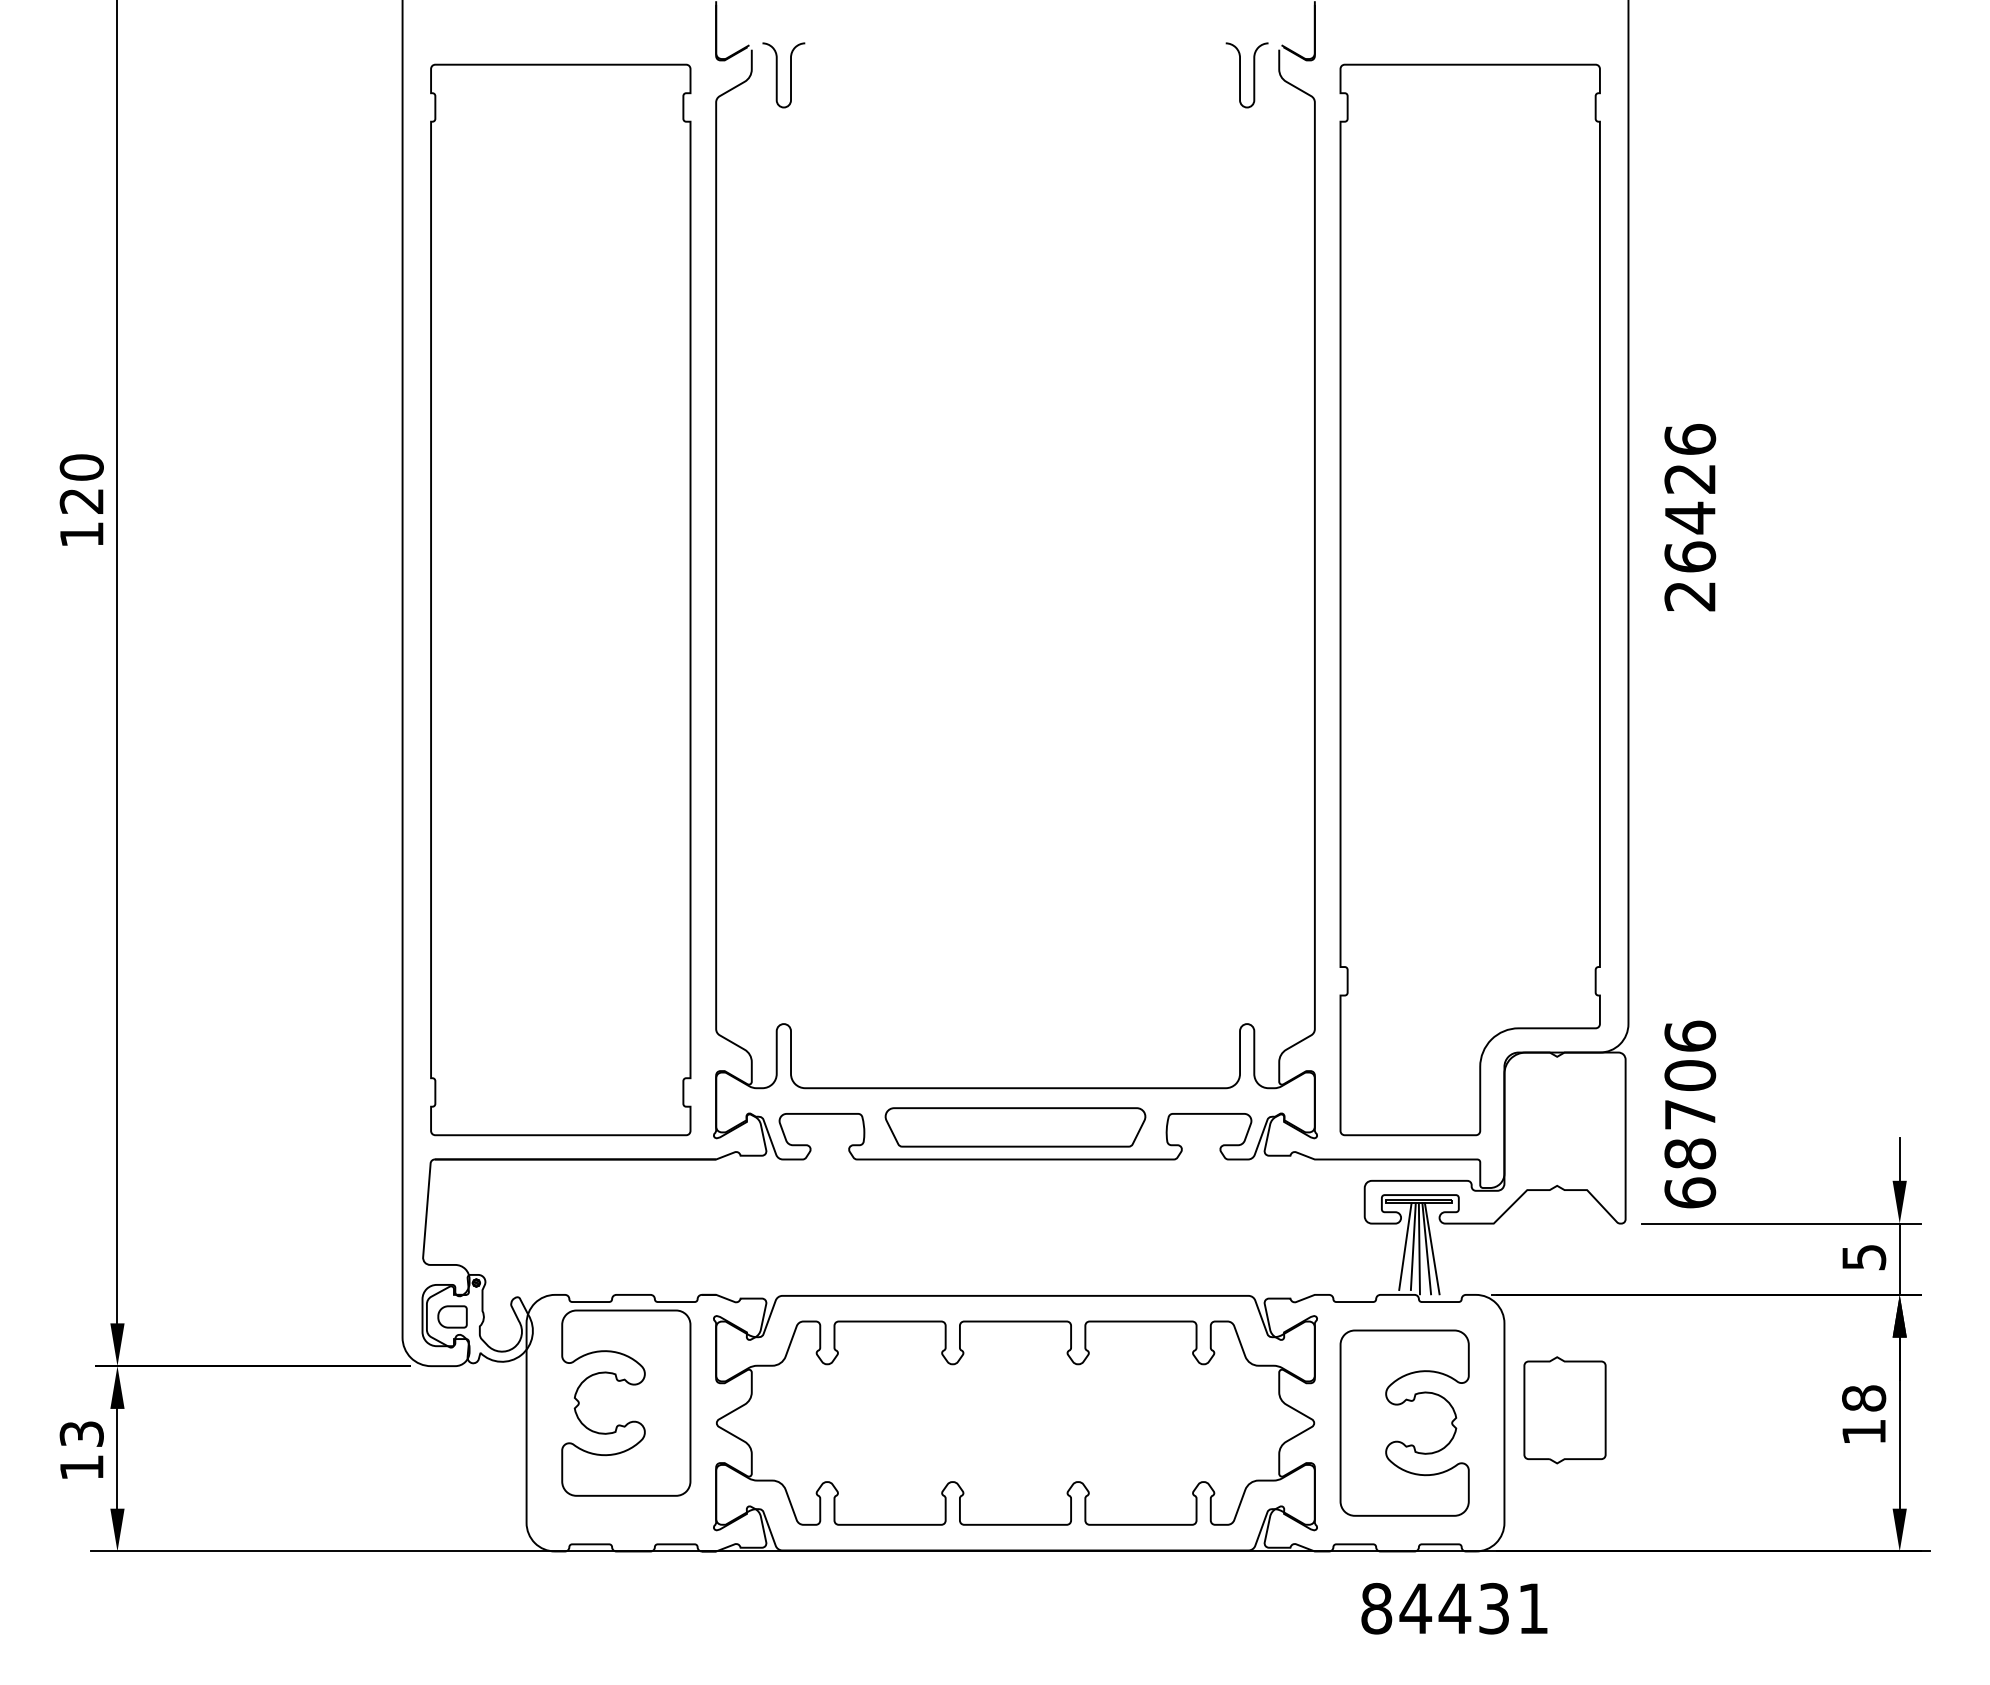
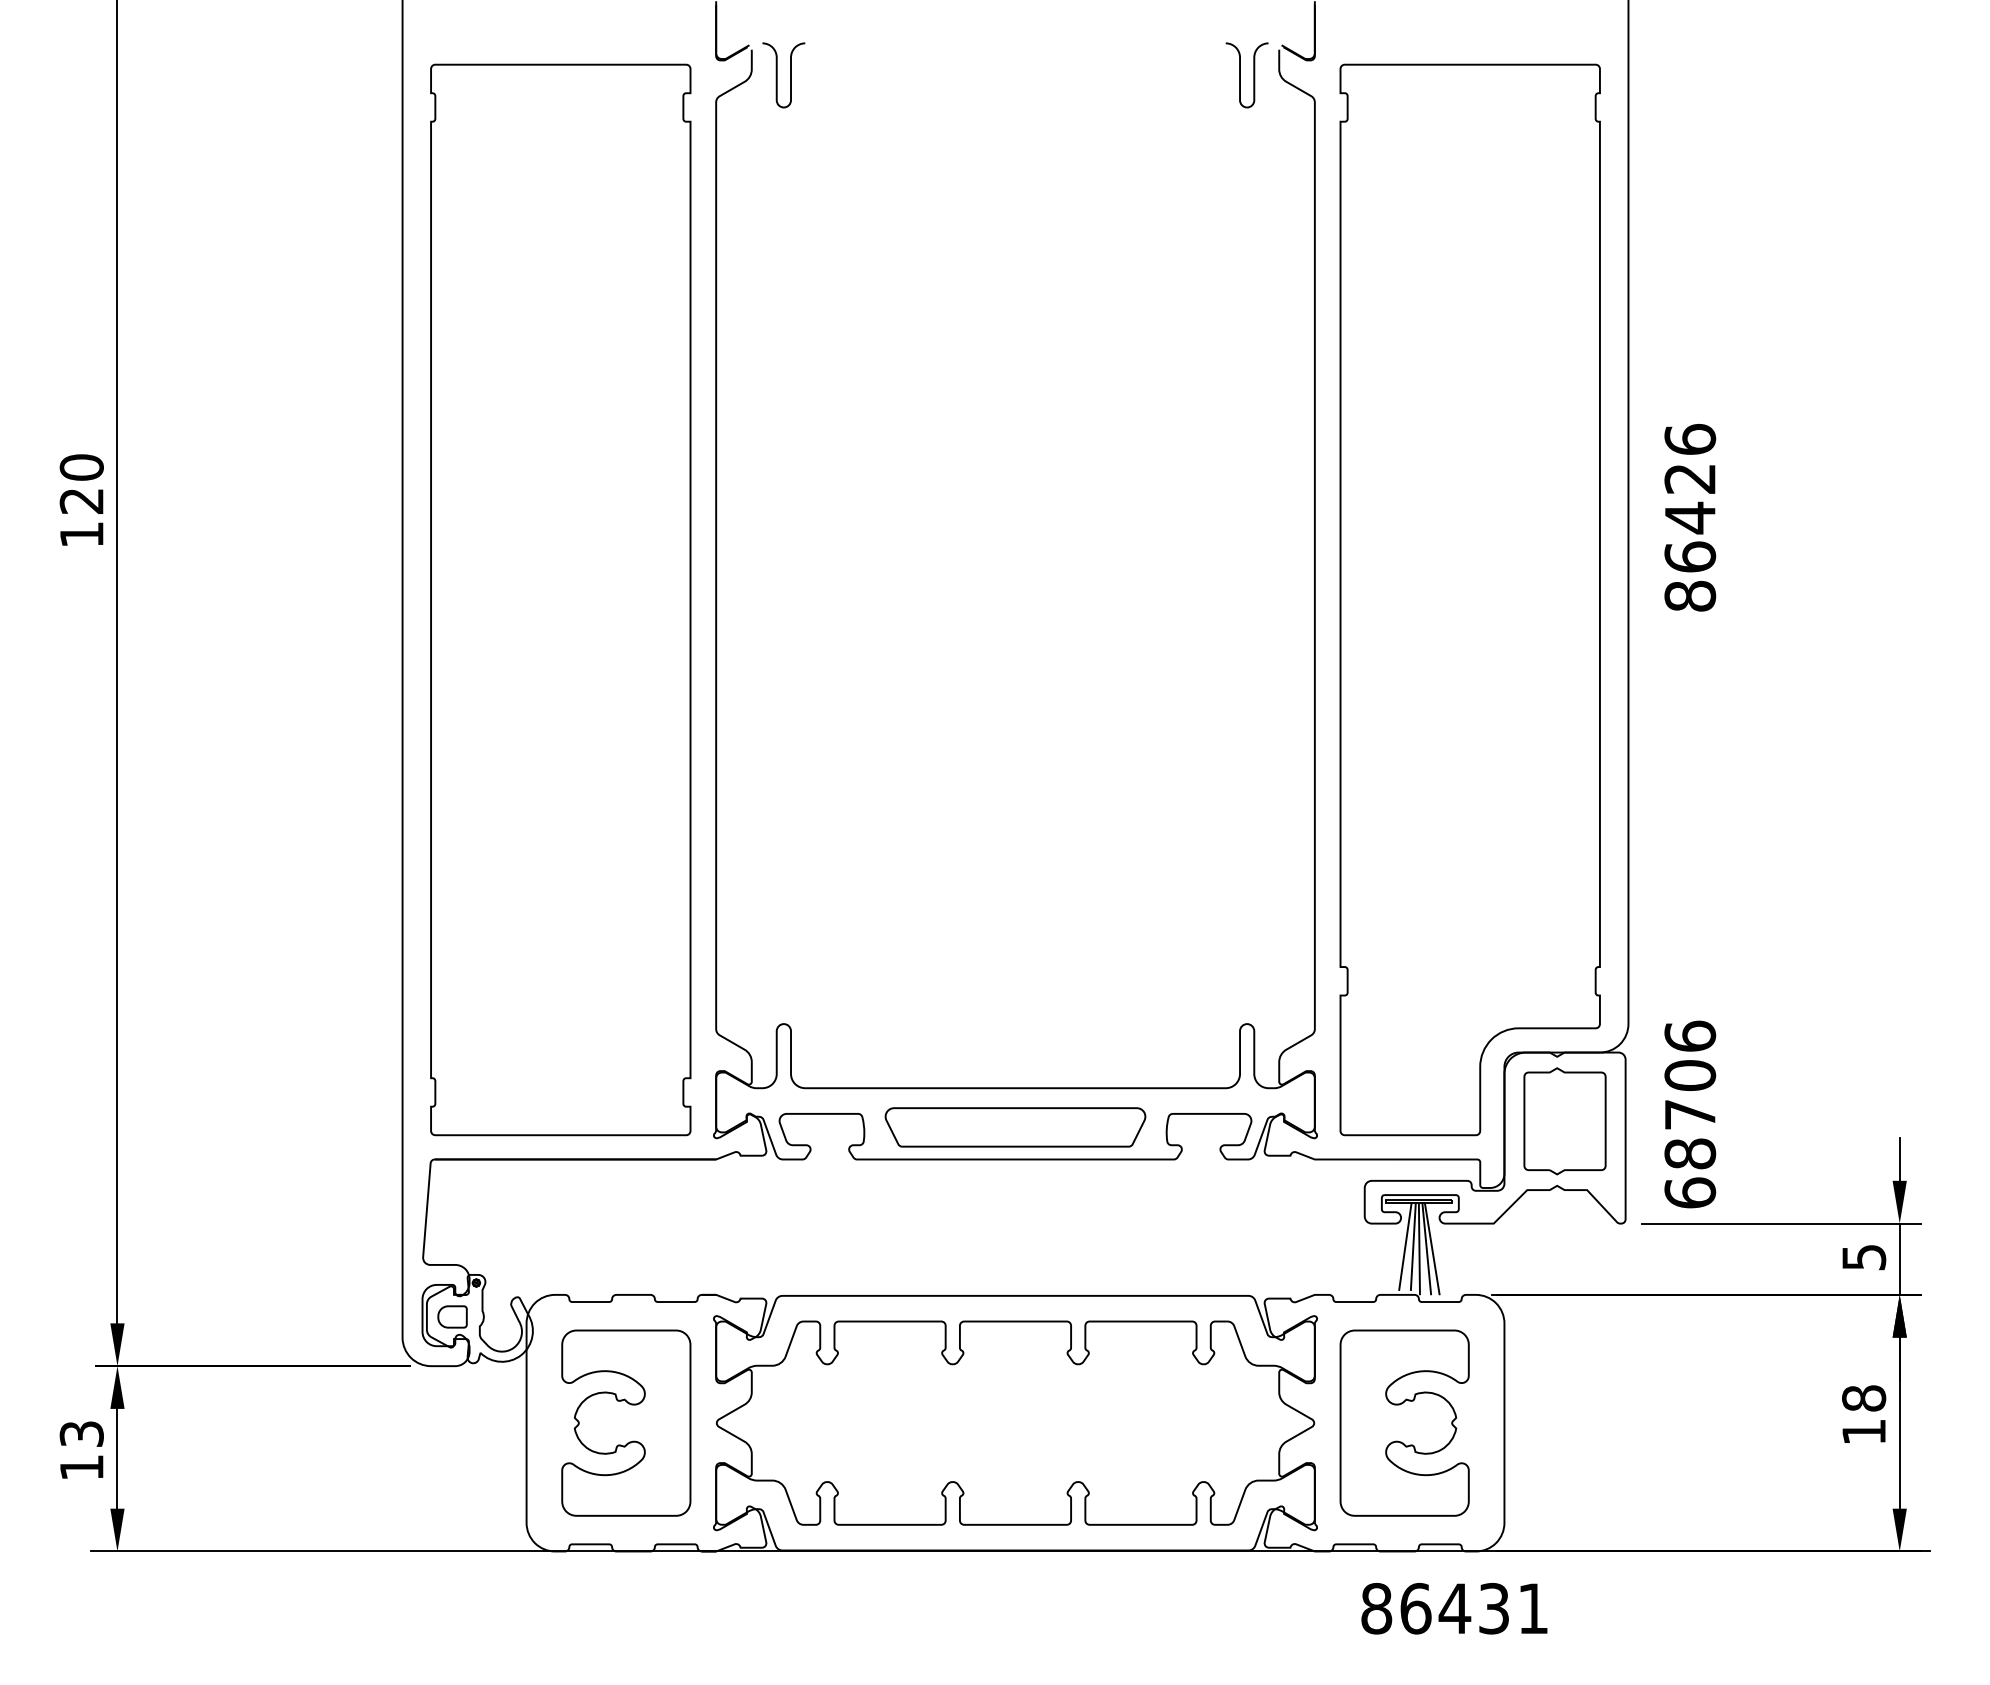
text at (1690, 595): 26426 -> 86426
part at (626, 1402) position: (626, 1402) -> (626, 1422)
part at (1564, 1410) position: (1564, 1410) -> (1564, 1121)
text at (1415, 1608): 84431 -> 86431
